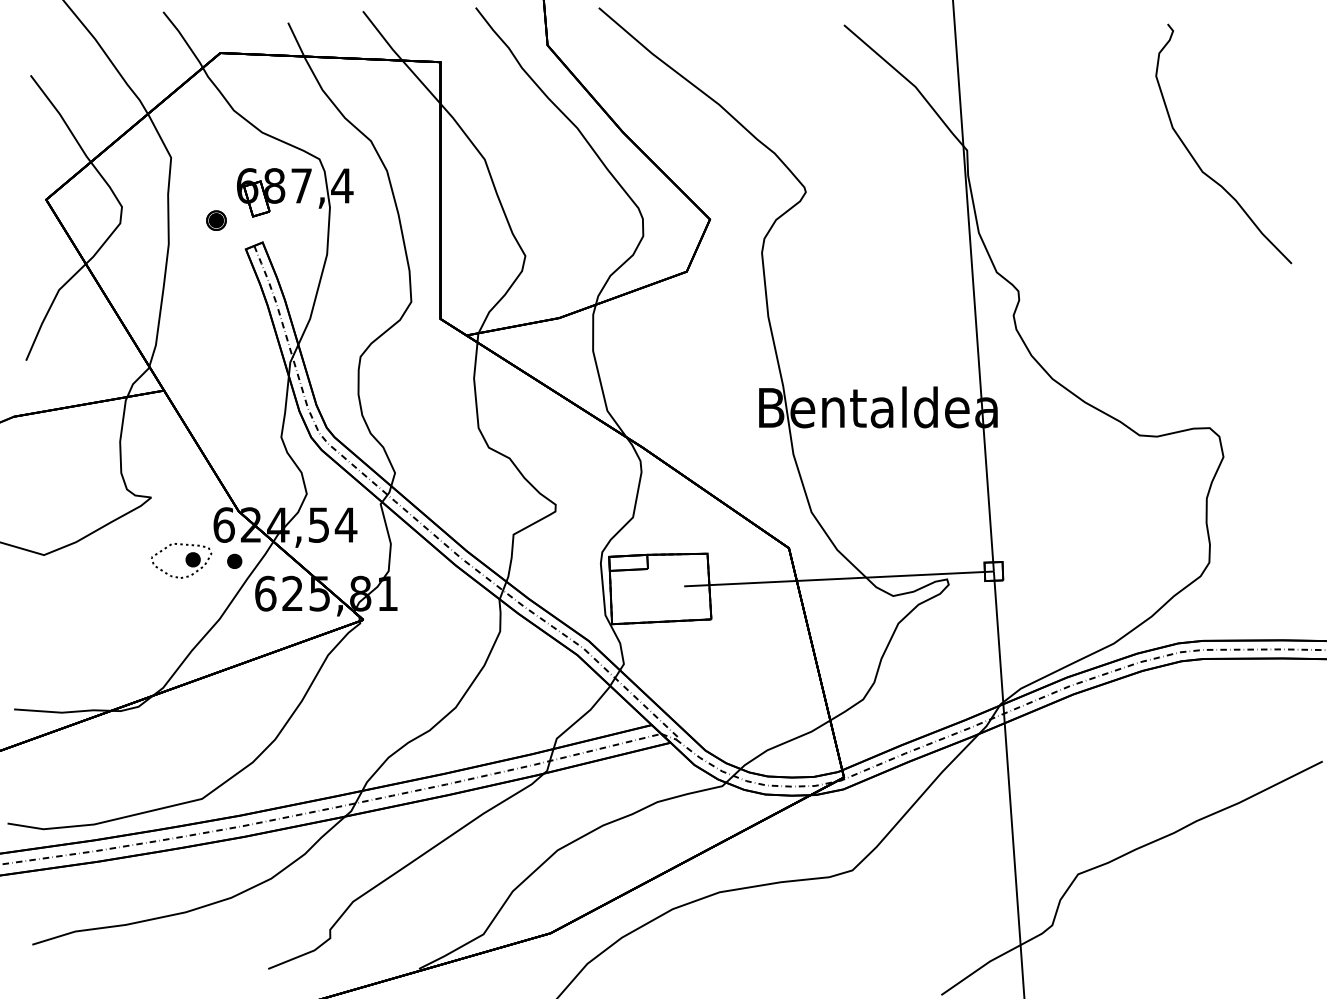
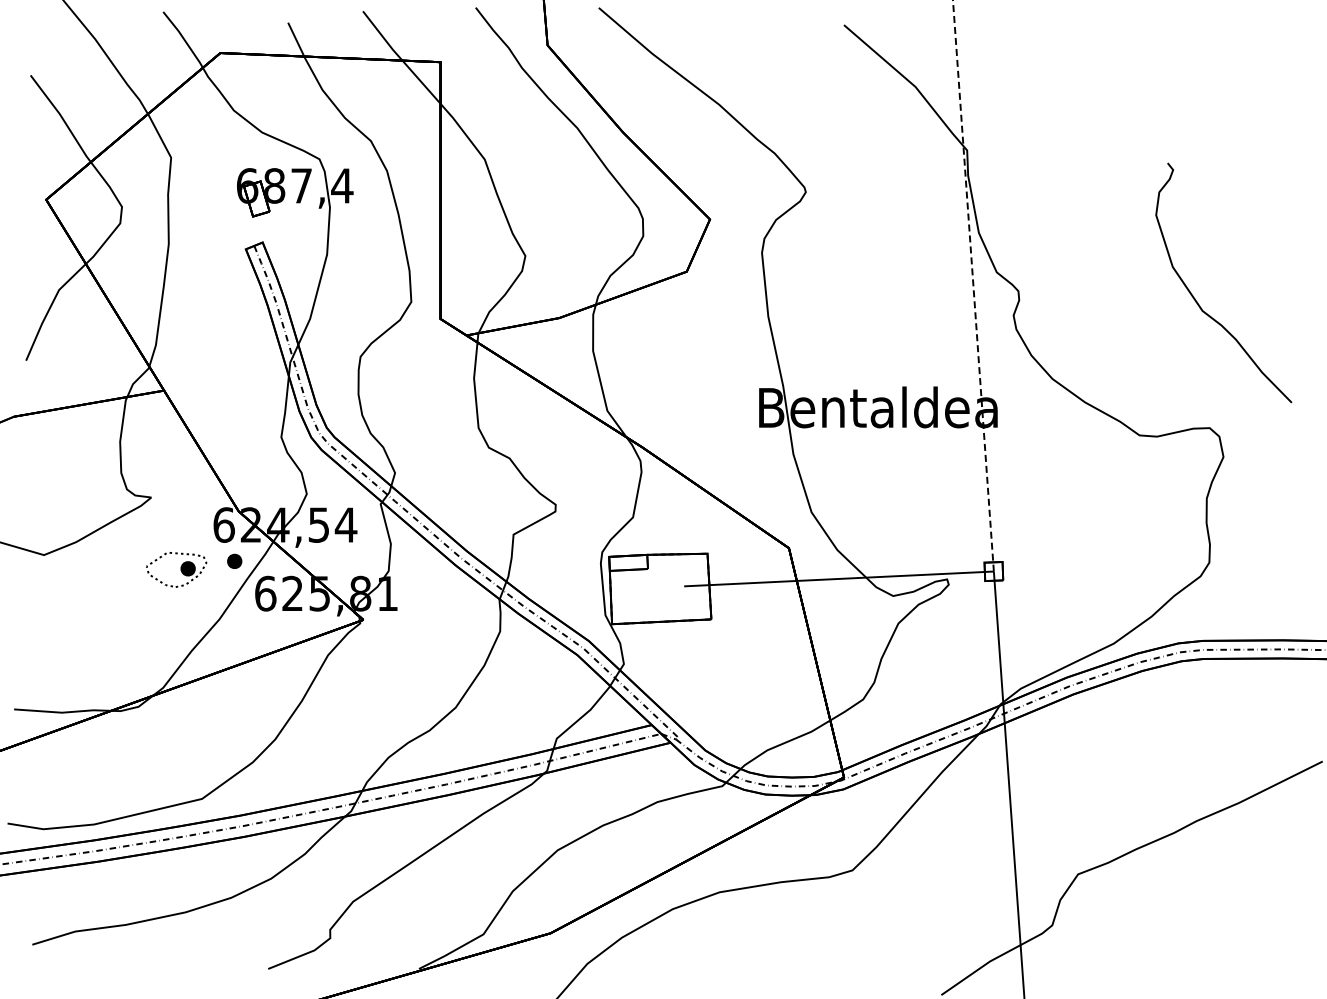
curve at (1197, 162) position: (1197, 162) -> (1197, 301)
part at (216, 220): present -> none
line at (973, 286): solid -> dashed
part at (181, 560) position: (181, 560) -> (176, 569)
